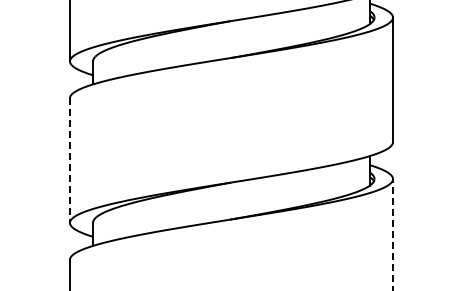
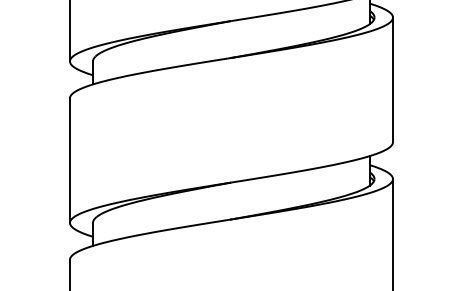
line at (69, 161): dashed -> solid
line at (393, 234): dashed -> solid
